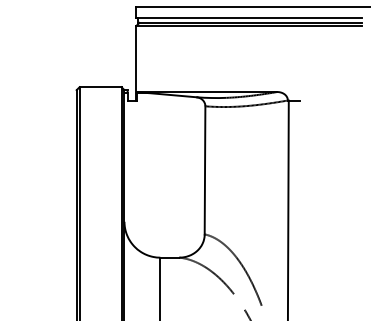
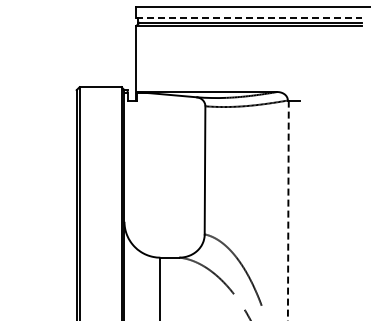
line at (249, 18): solid -> dashed
line at (288, 210): solid -> dashed
